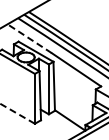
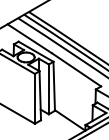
line at (29, 38): dashed -> solid
line at (17, 113): dashed -> solid
